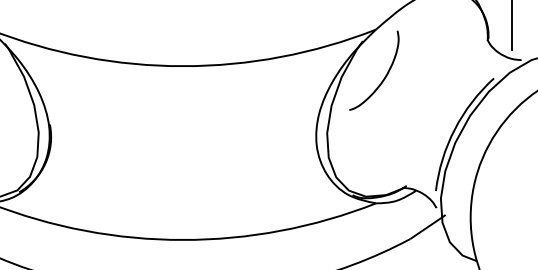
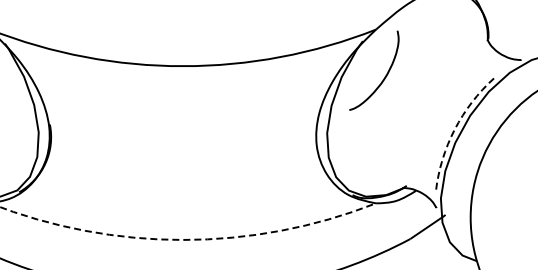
line at (511, 25): present -> none
arc at (454, 129): solid -> dashed
arc at (187, 239): solid -> dashed
